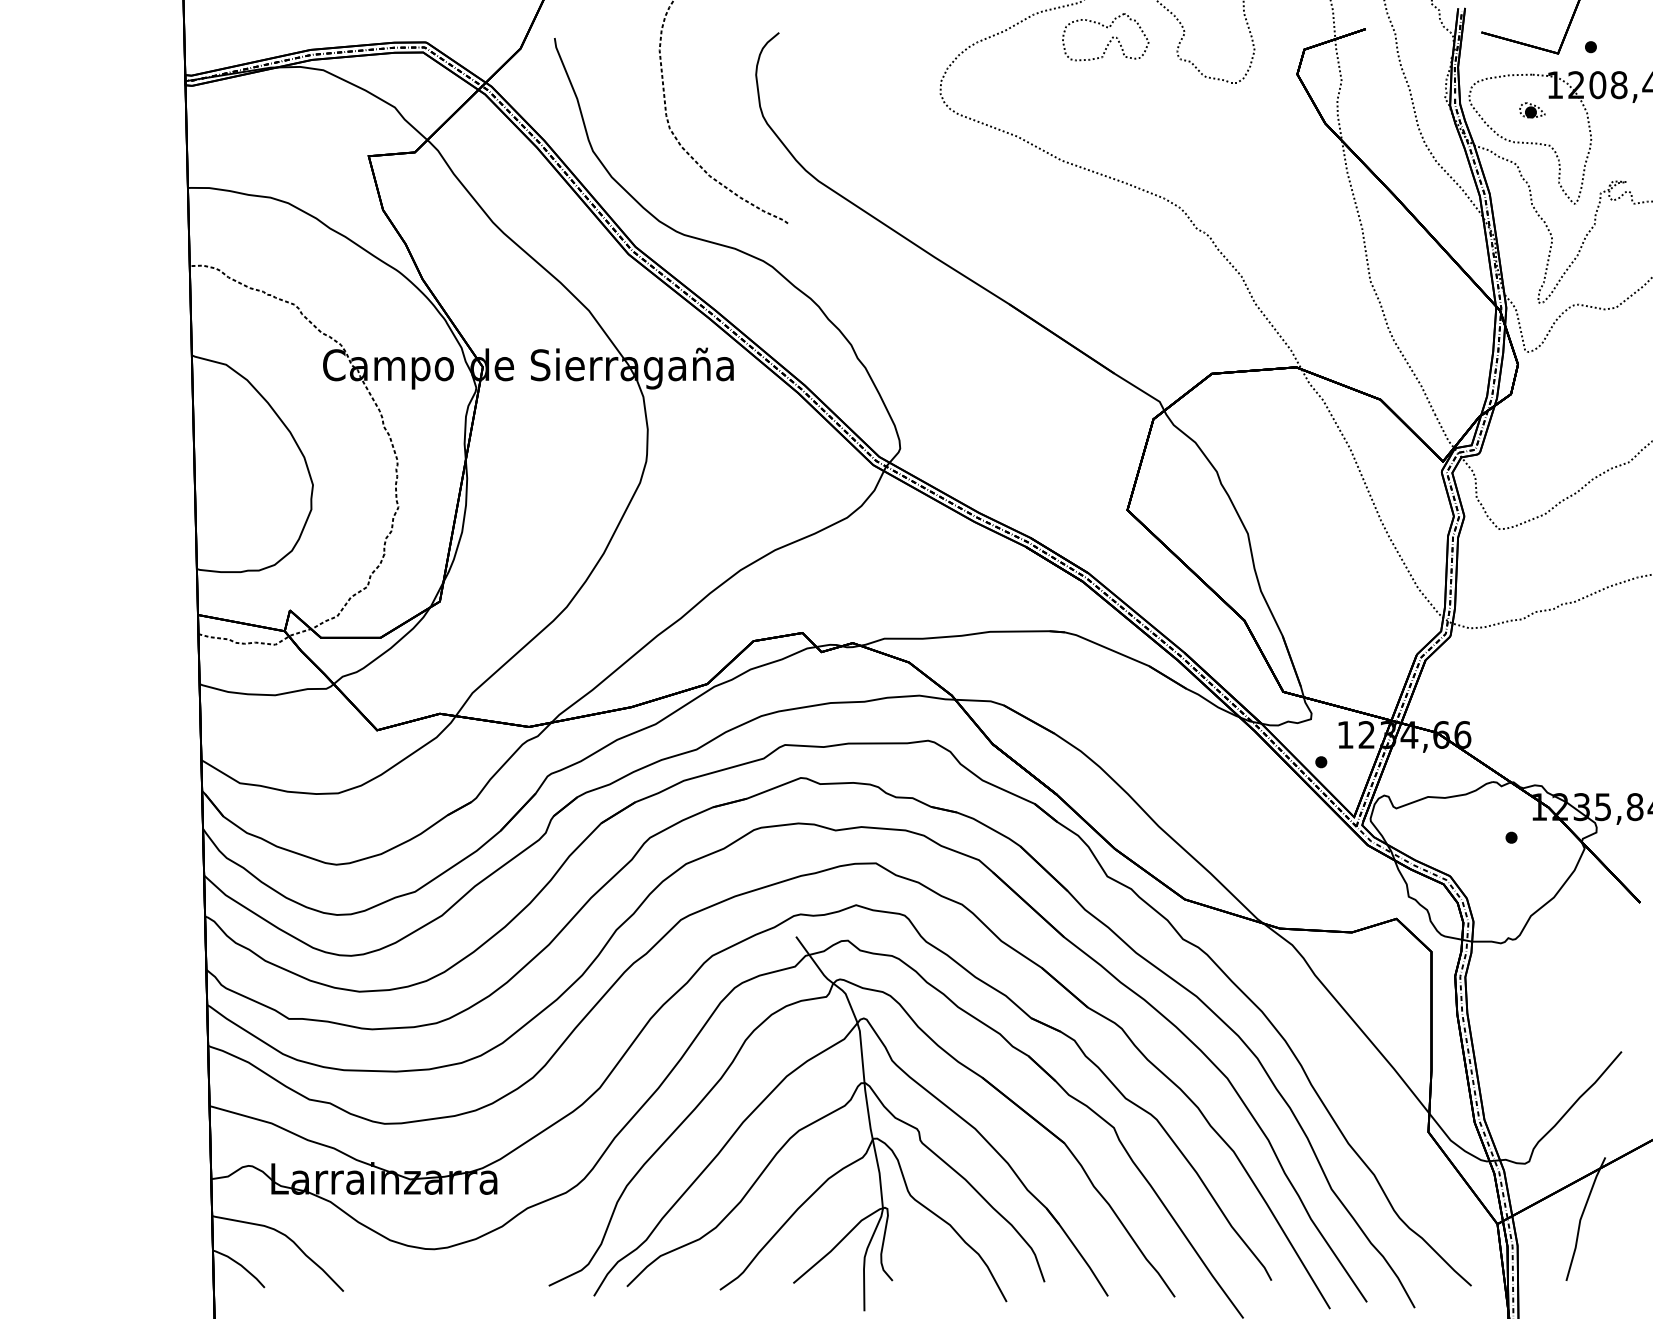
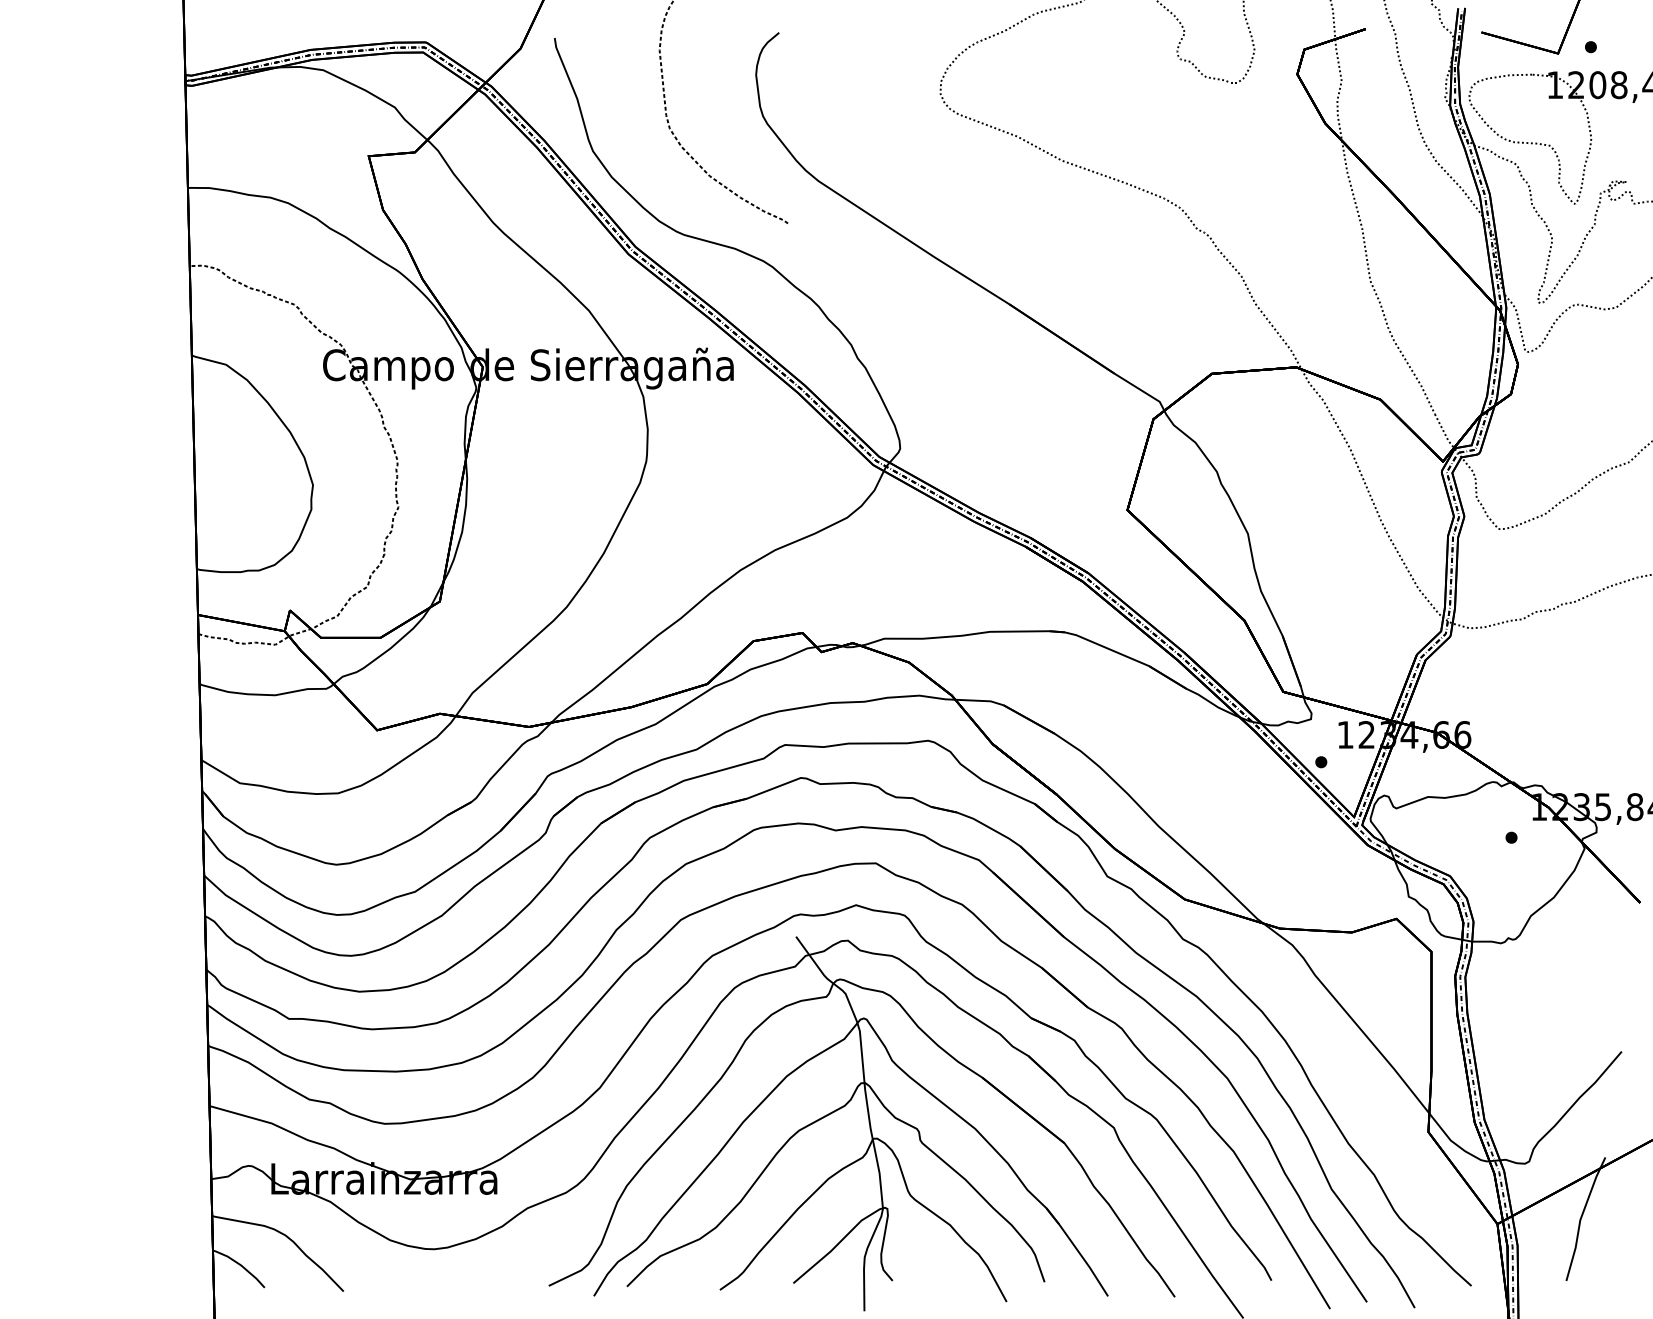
part at (1105, 37): present -> none
part at (1532, 110): present -> none
